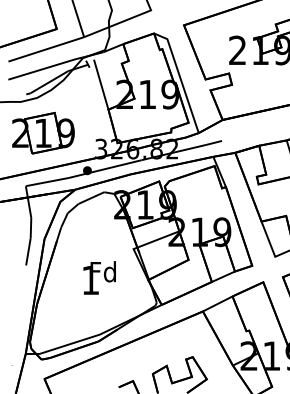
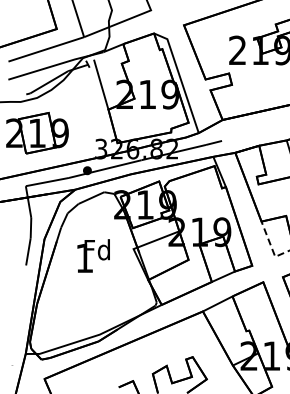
part at (43, 132) position: (43, 132) -> (37, 132)
line at (271, 246): solid -> dashed
text at (99, 277) position: (99, 277) -> (93, 255)
